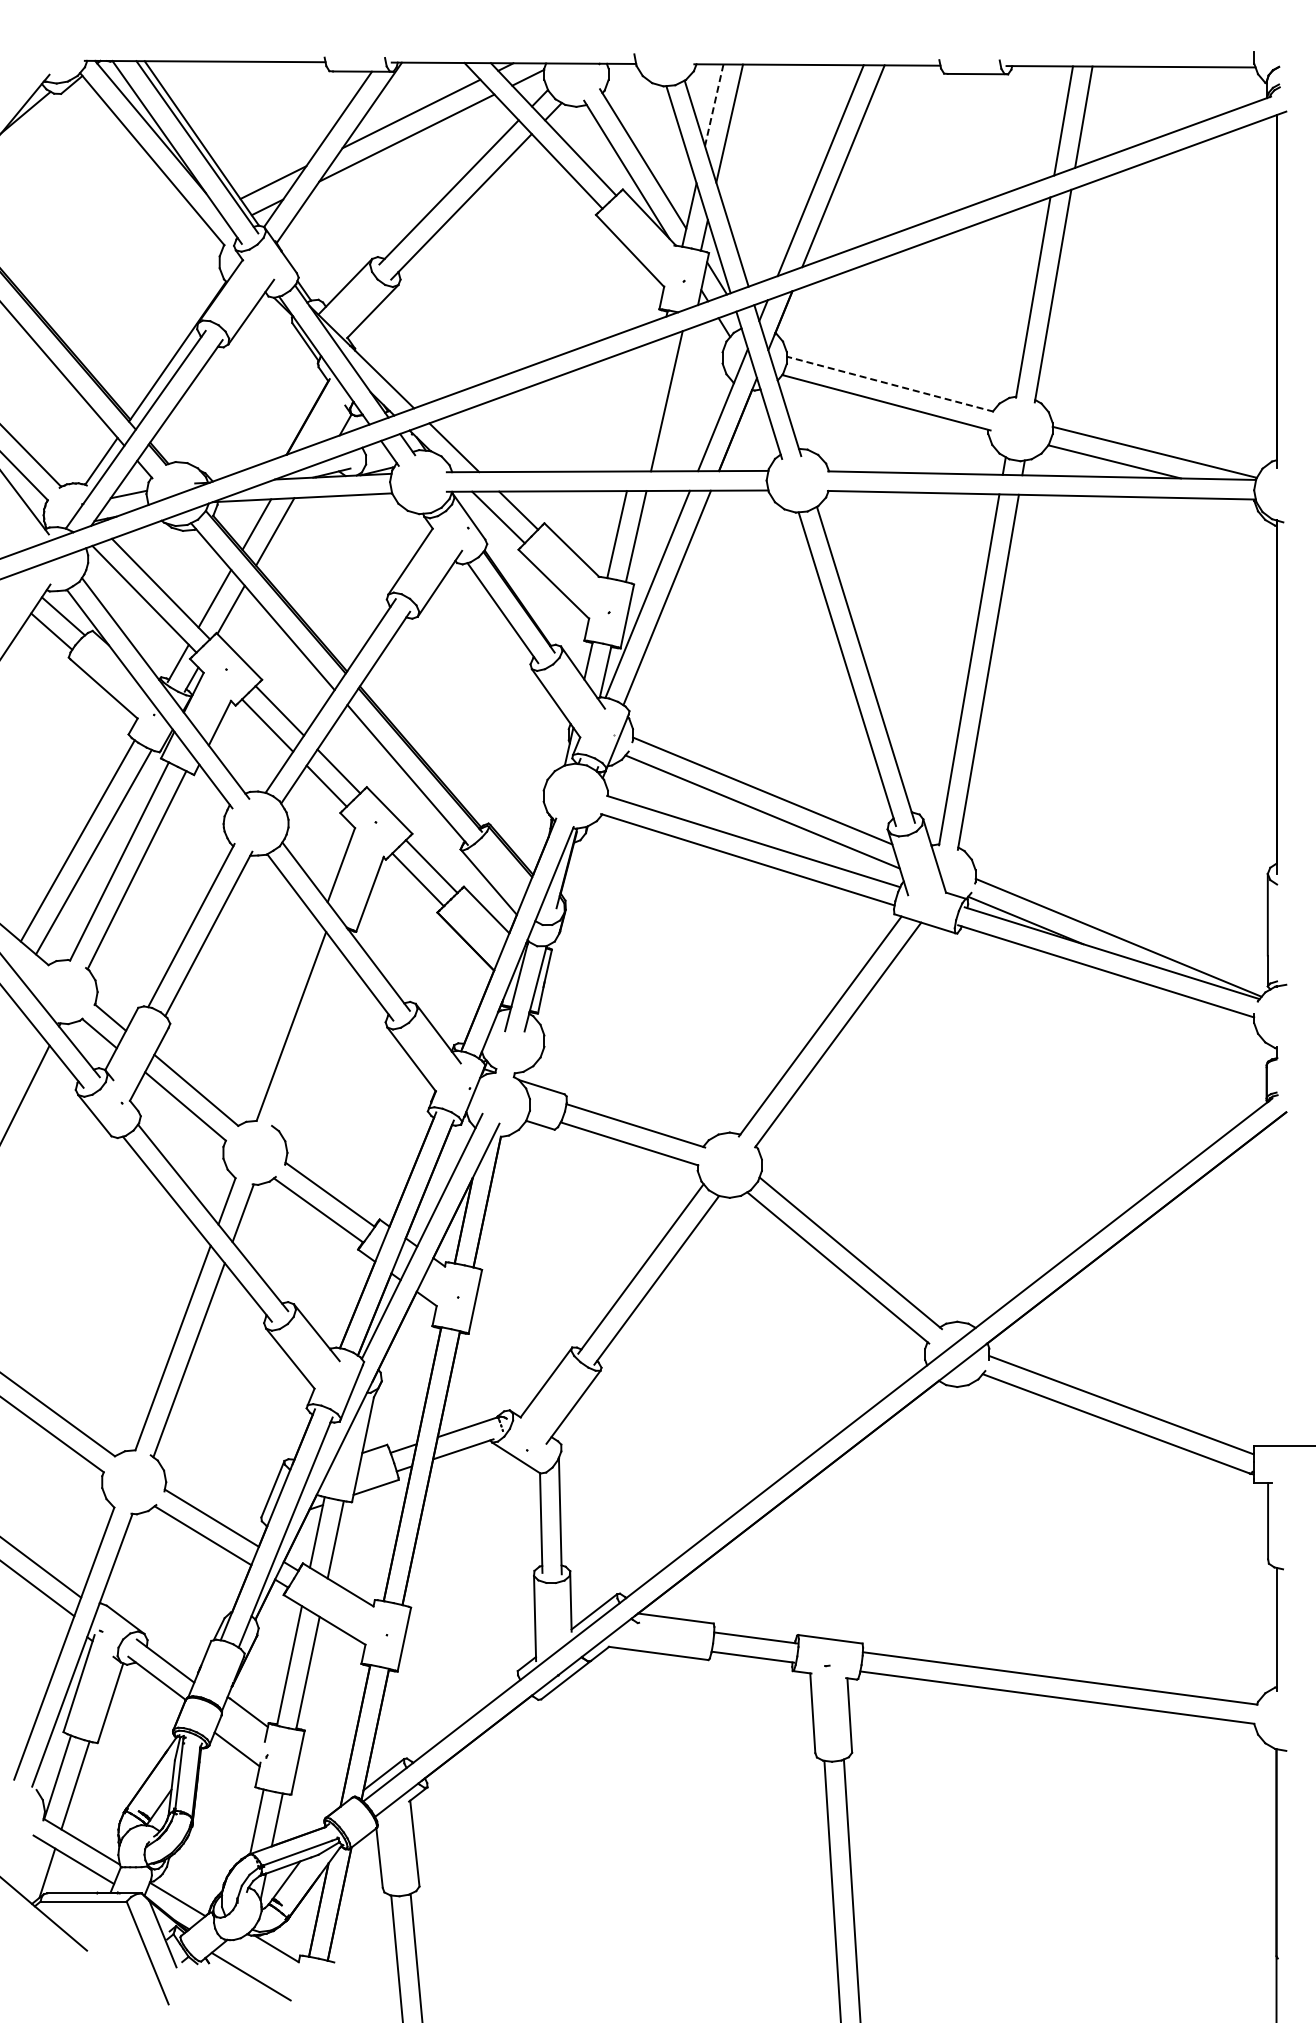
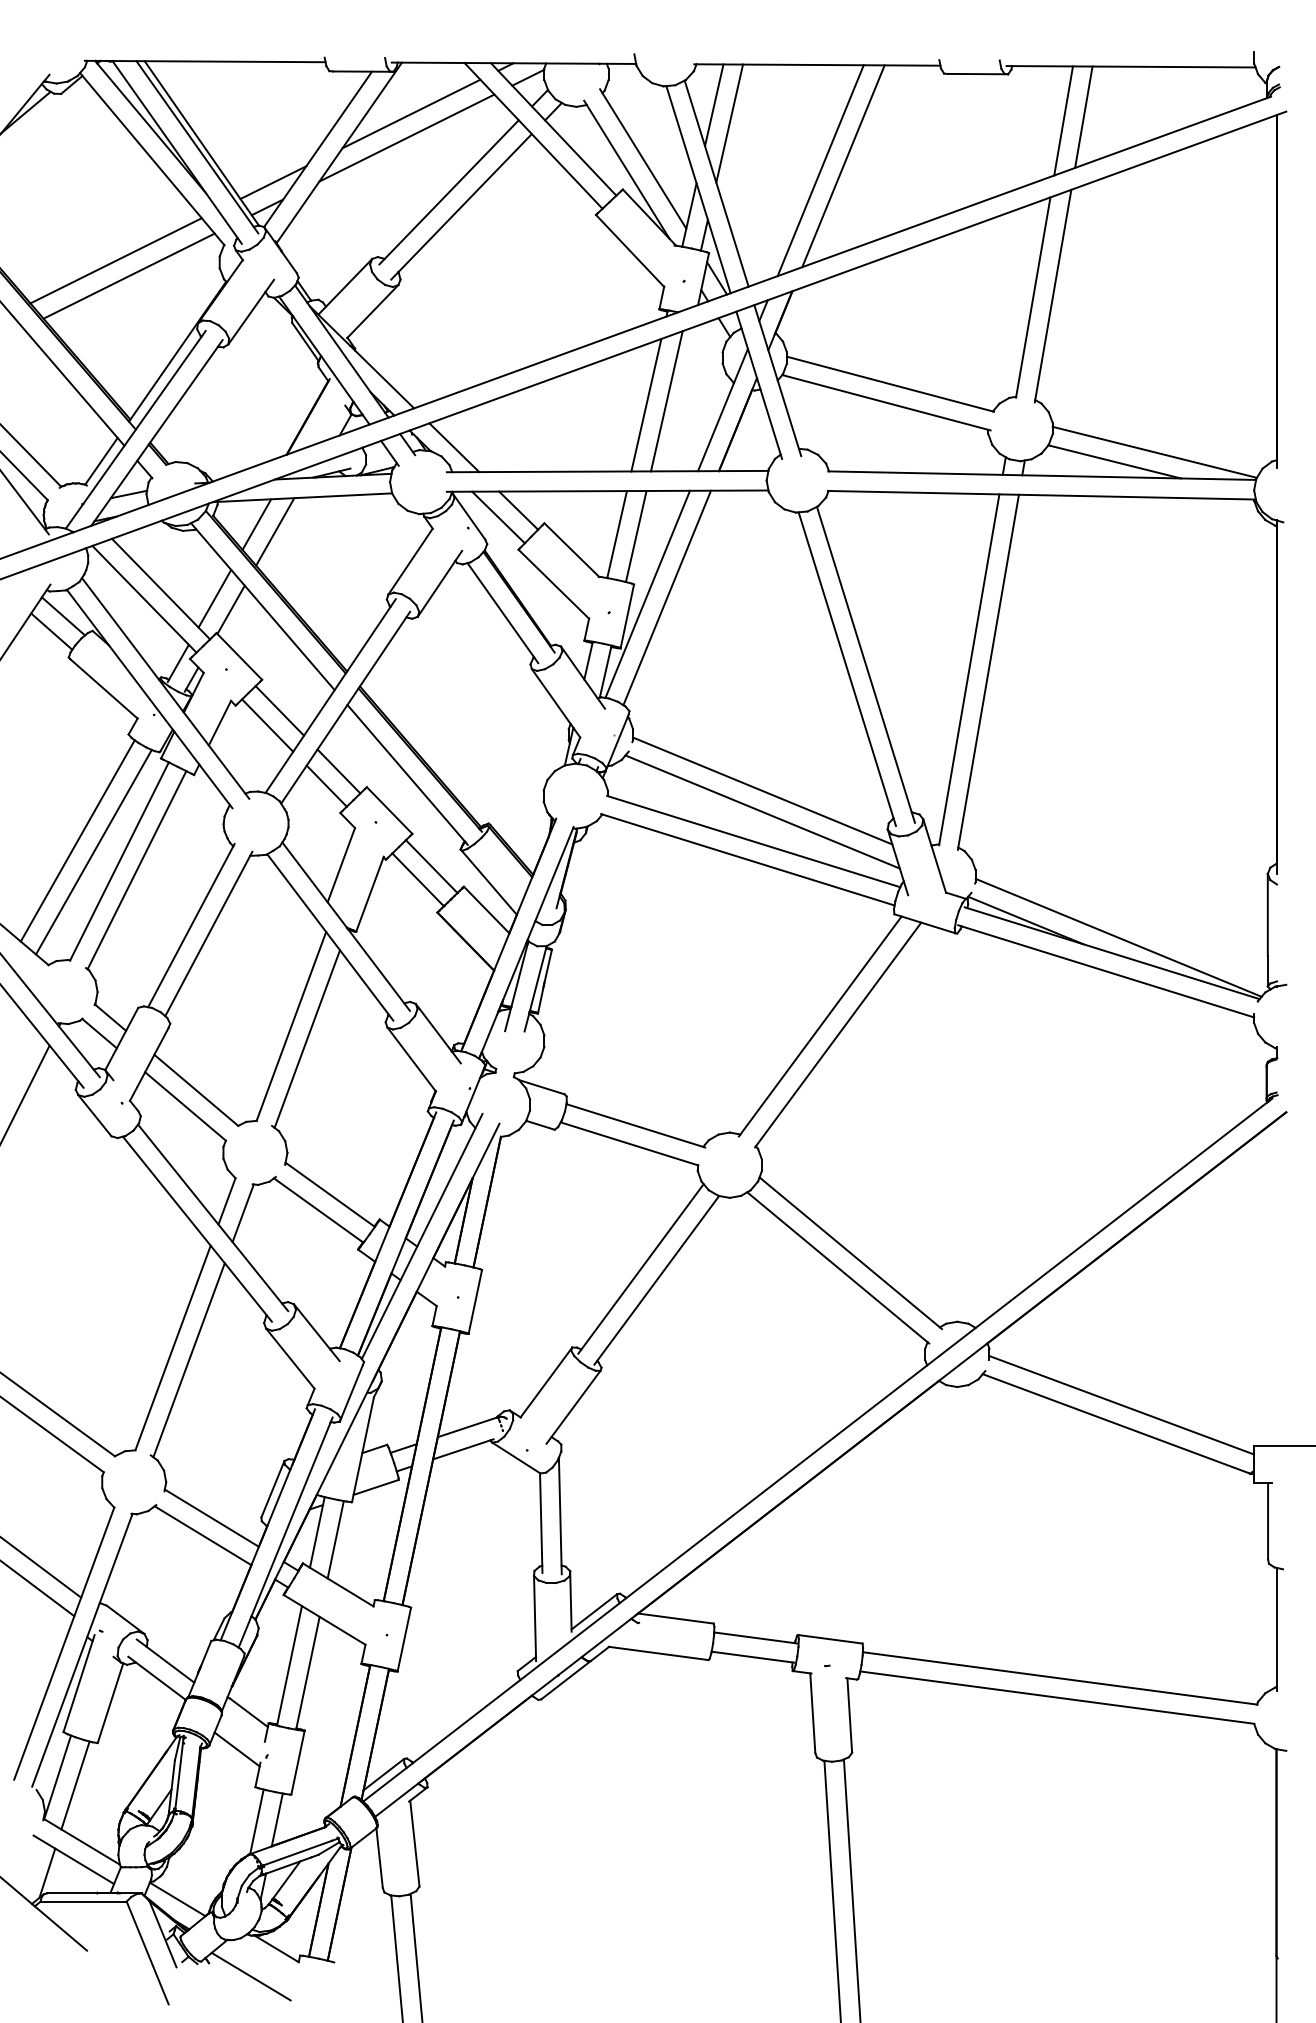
line at (714, 105): dashed -> solid
line at (115, 260): none -> present
line at (128, 275): none -> present
line at (889, 384): dashed -> solid
line at (646, 404): none -> present
line at (307, 1038): none -> present
